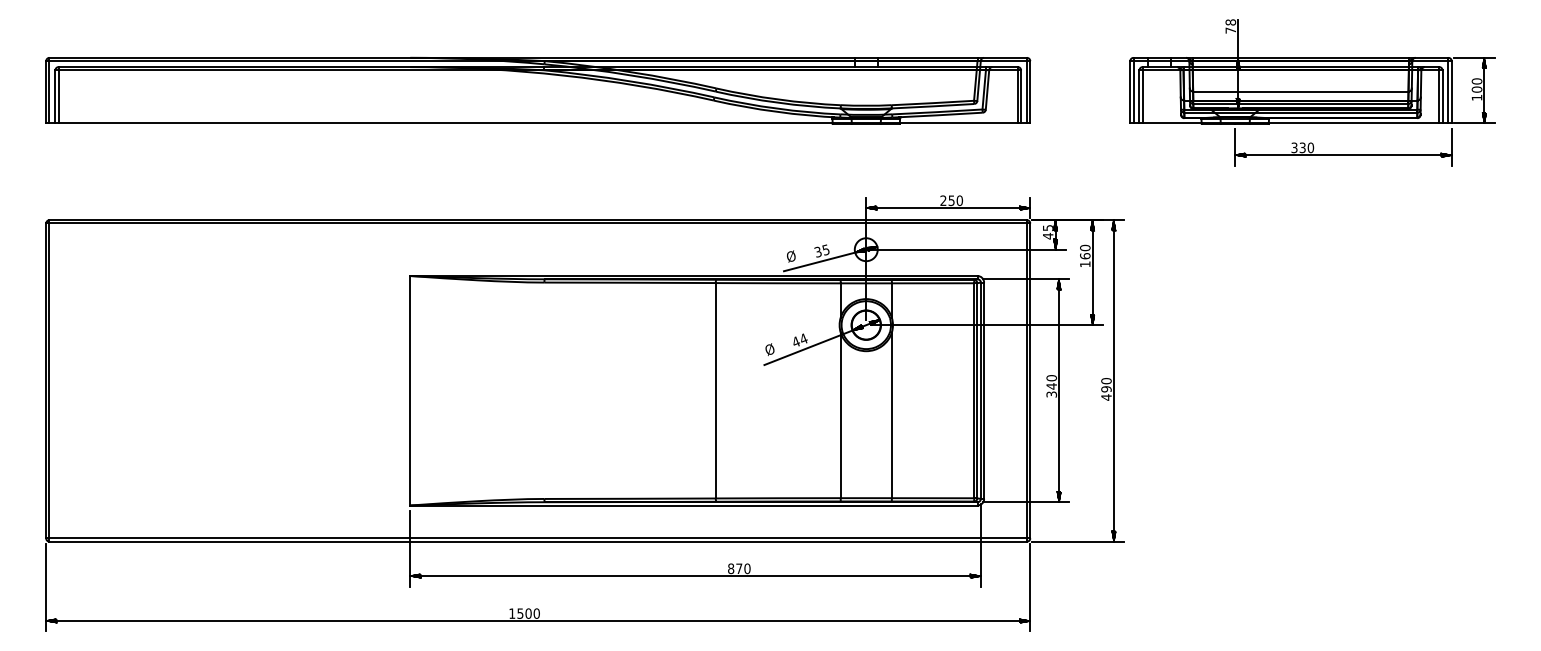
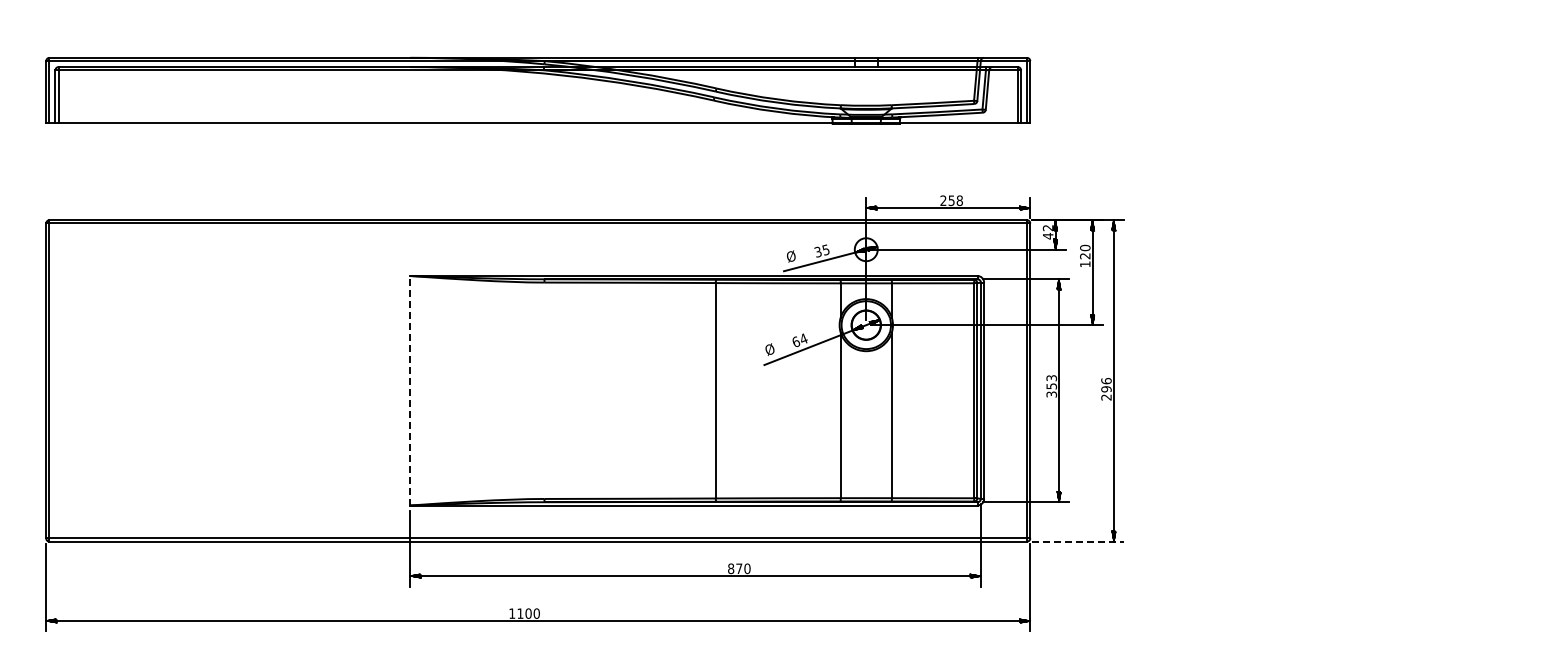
part at (1312, 92): present -> none
text at (959, 200): 250 -> 258
text at (1047, 228): 45 -> 42
text at (1085, 256): 160 -> 120
text at (796, 341): 44 -> 64
text at (1051, 382): 340 -> 353
text at (1106, 388): 490 -> 296
line at (410, 390): solid -> dashed
line at (1078, 541): solid -> dashed
text at (520, 613): 1500 -> 1100
